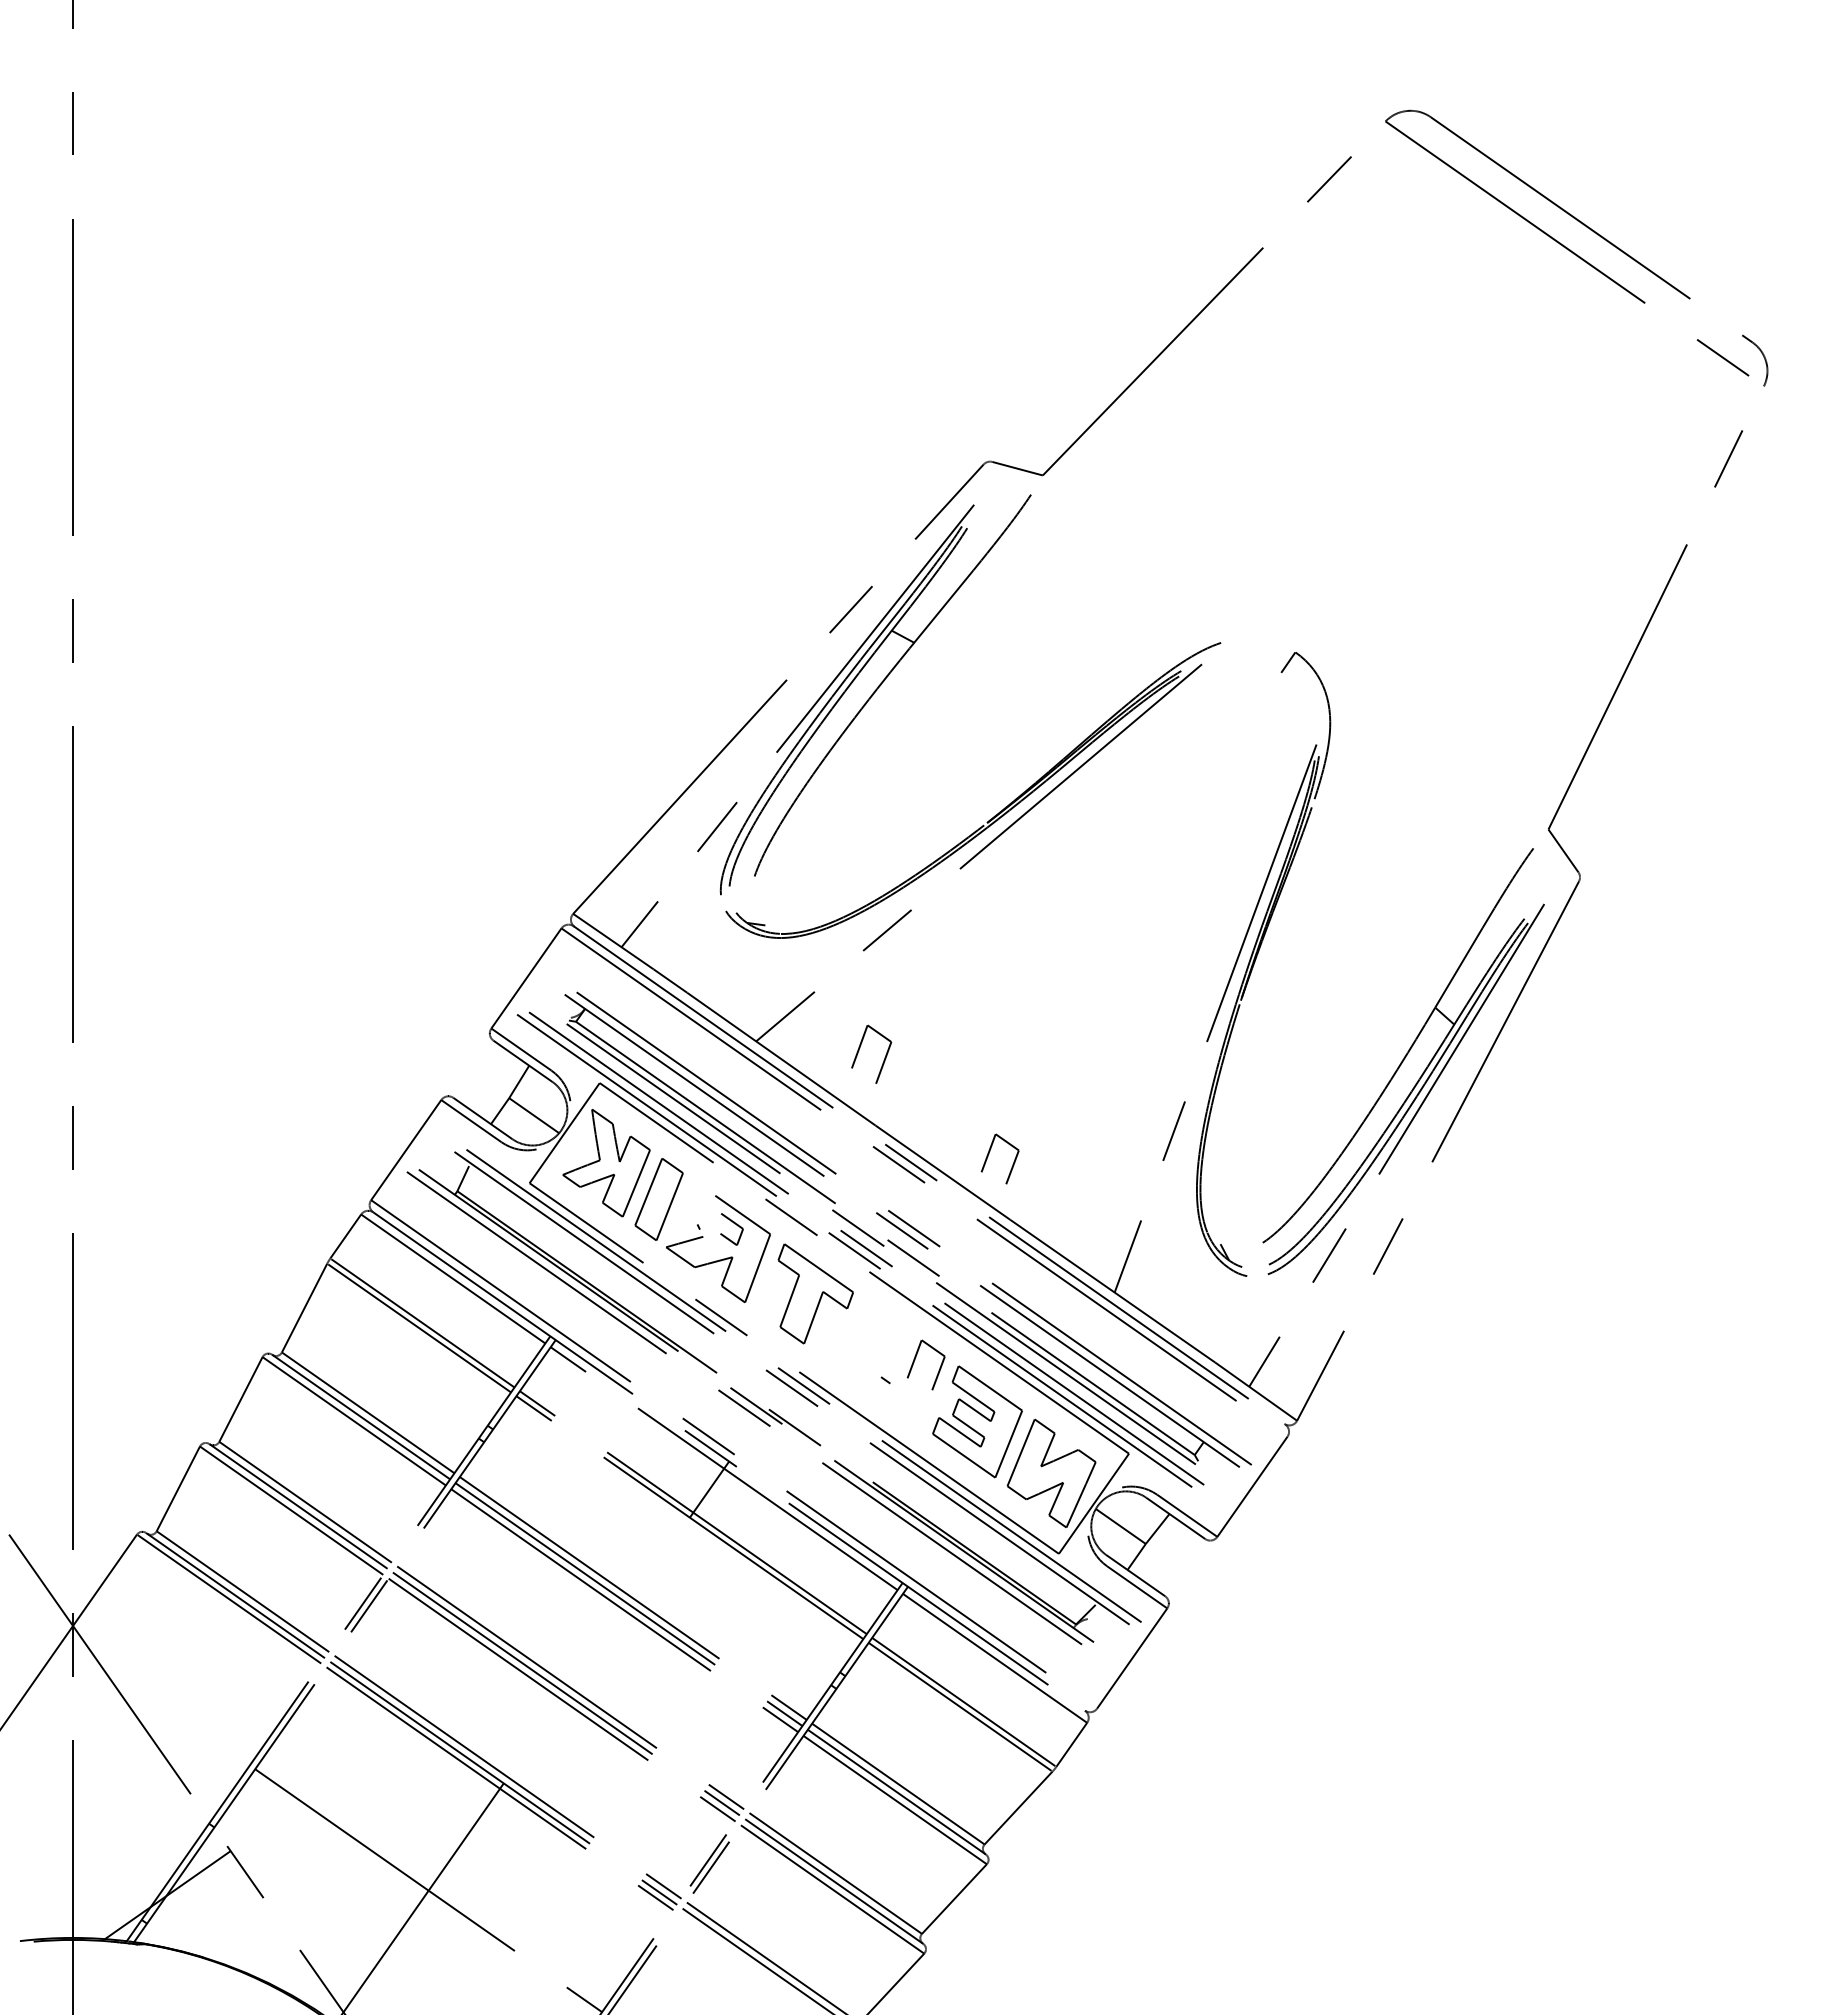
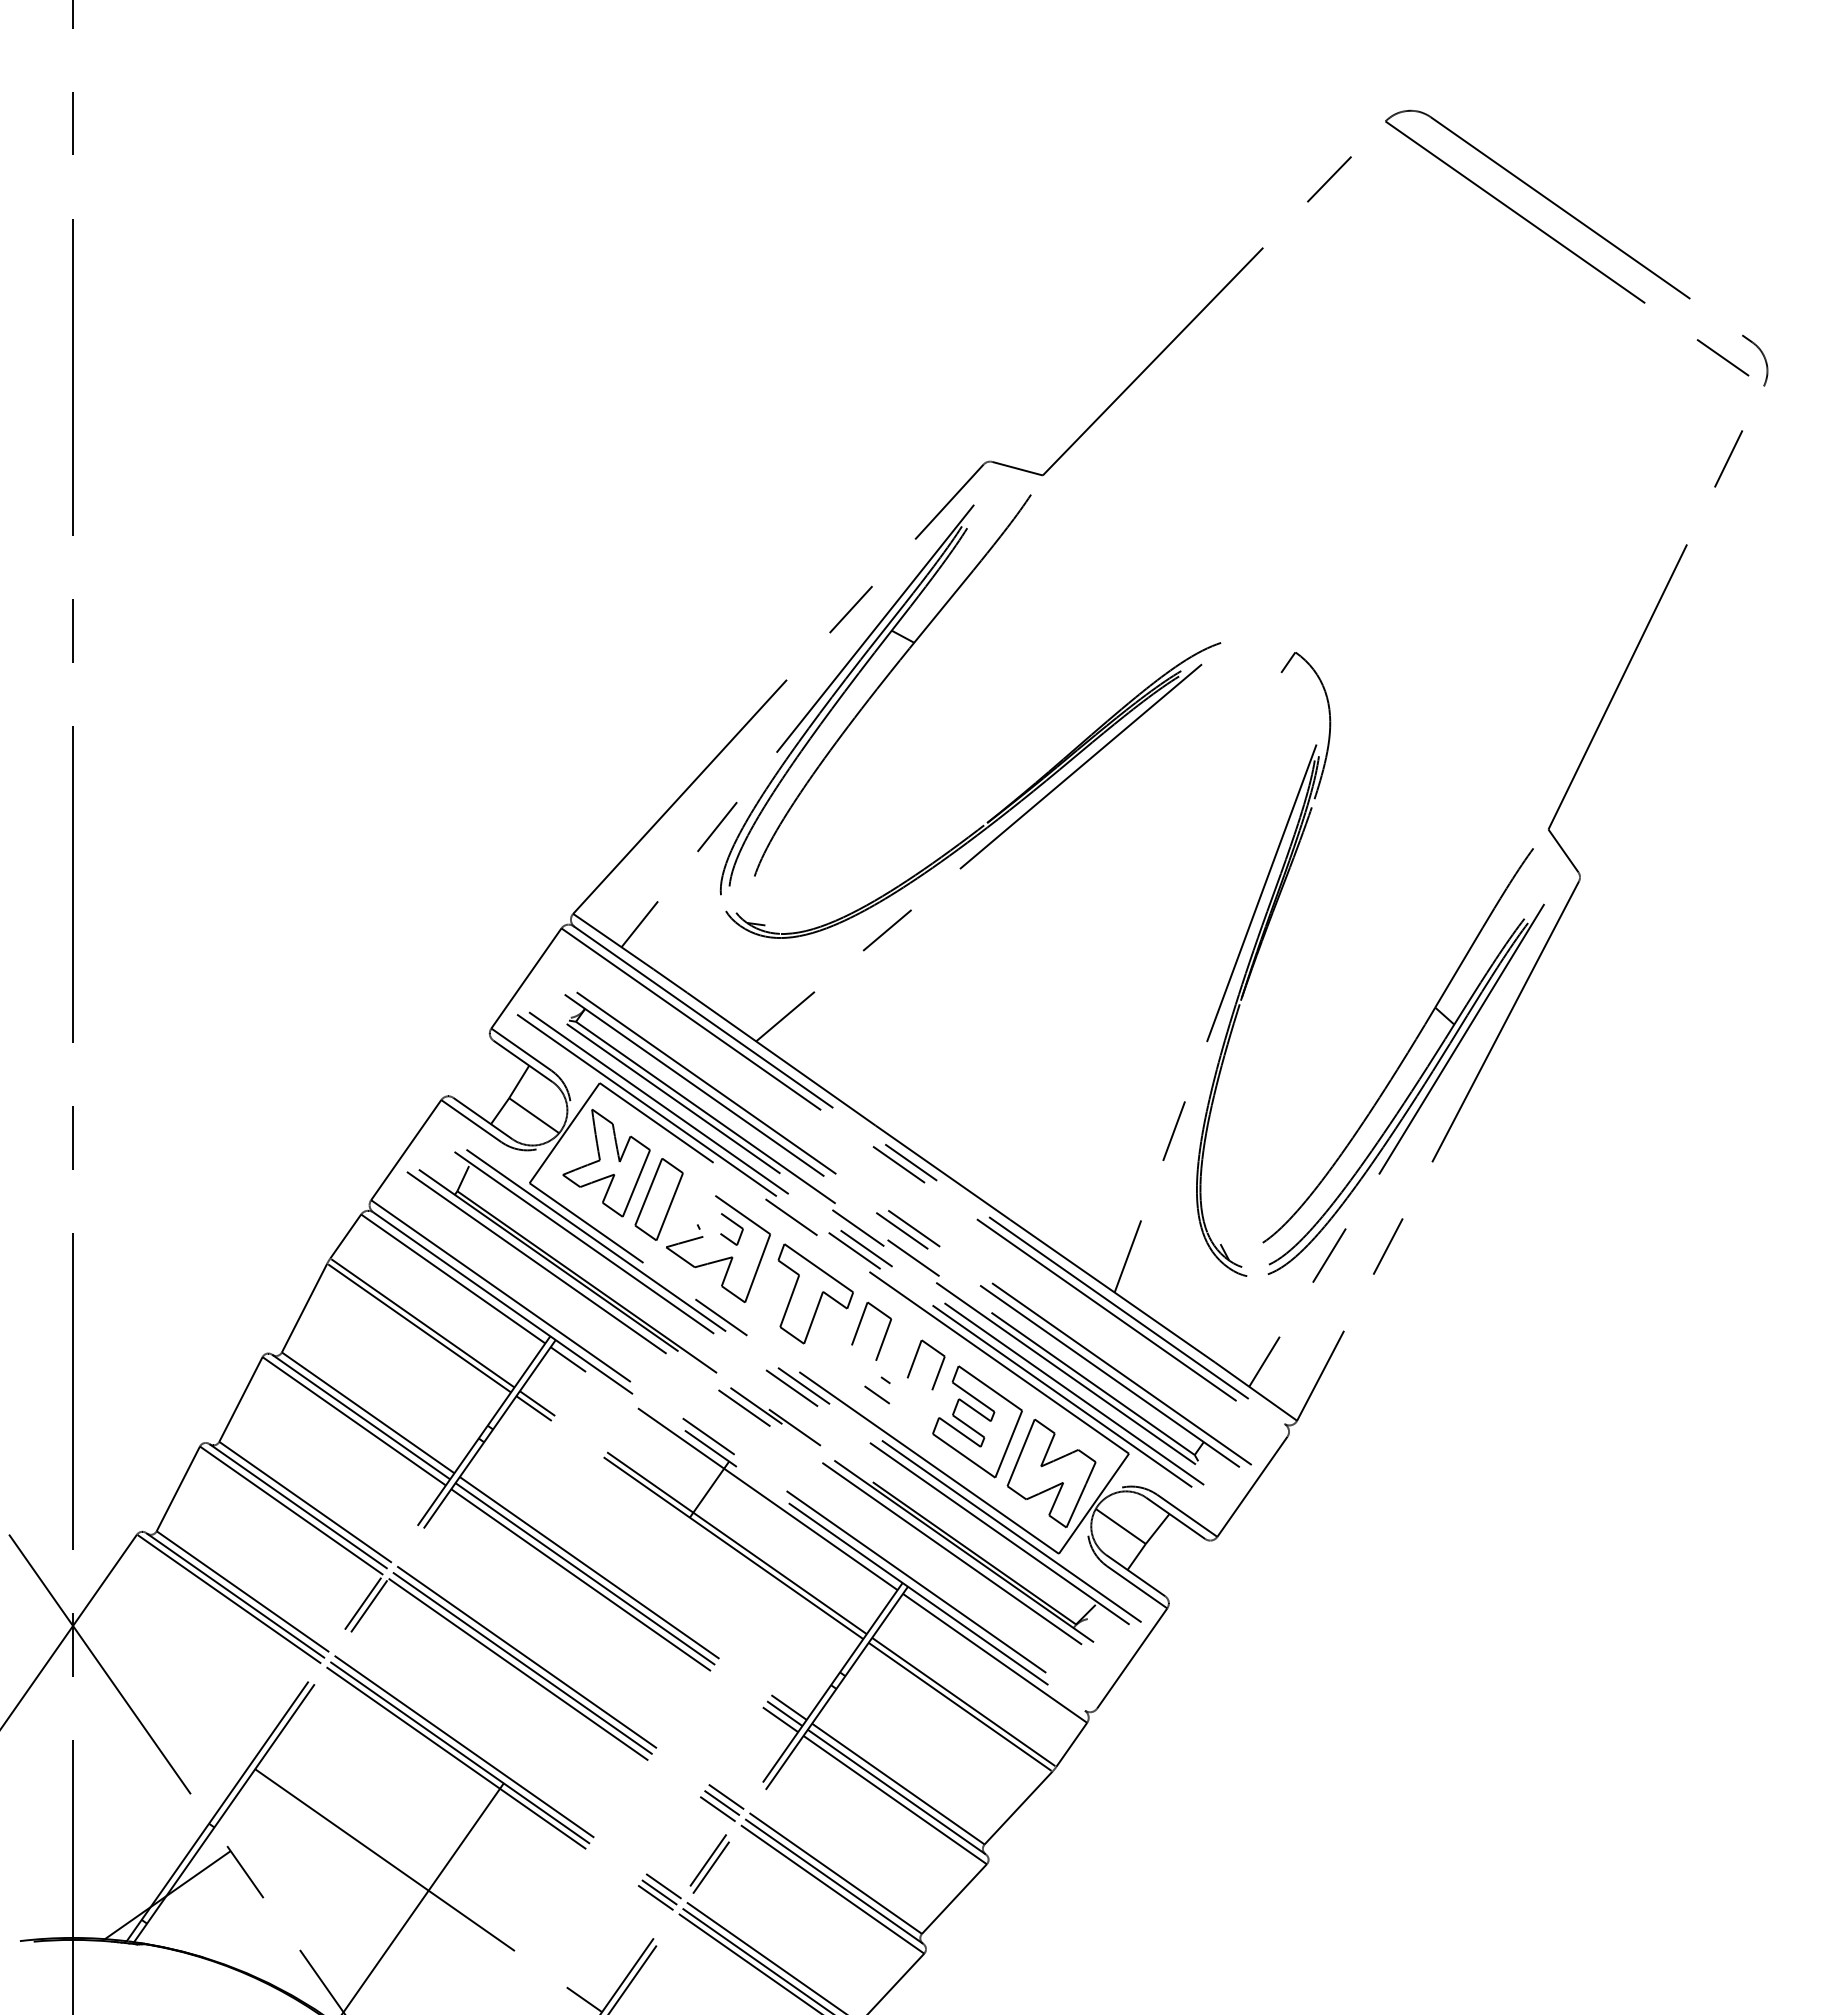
part at (860, 1048) position: (860, 1048) -> (860, 1325)
part at (989, 1154): present -> none
line at (876, 1394): none -> present
line at (748, 1962): none -> present
